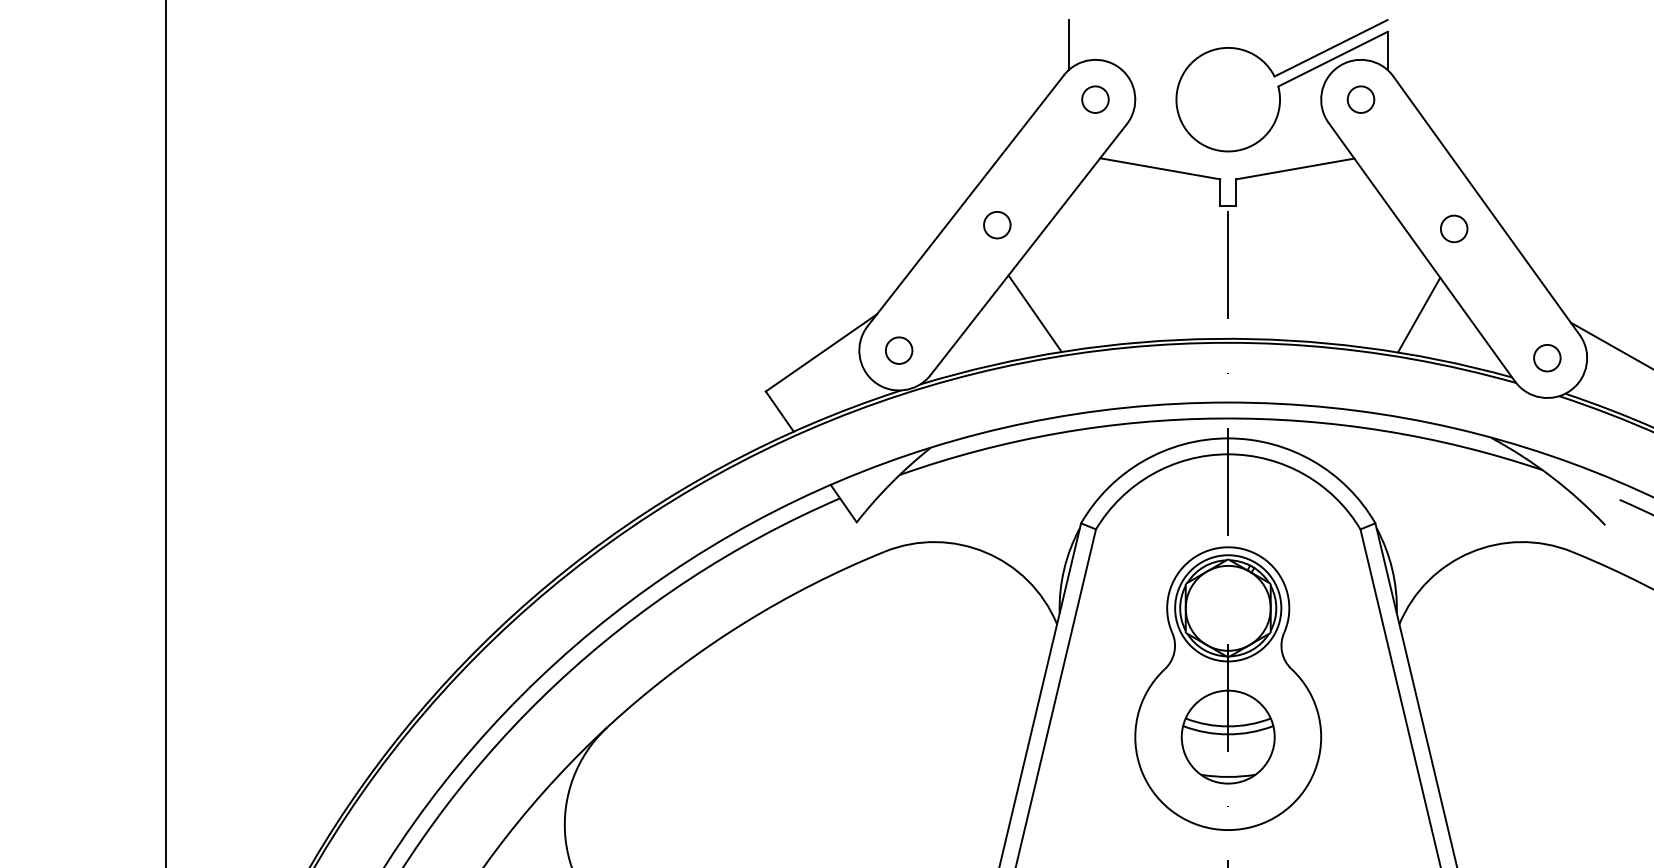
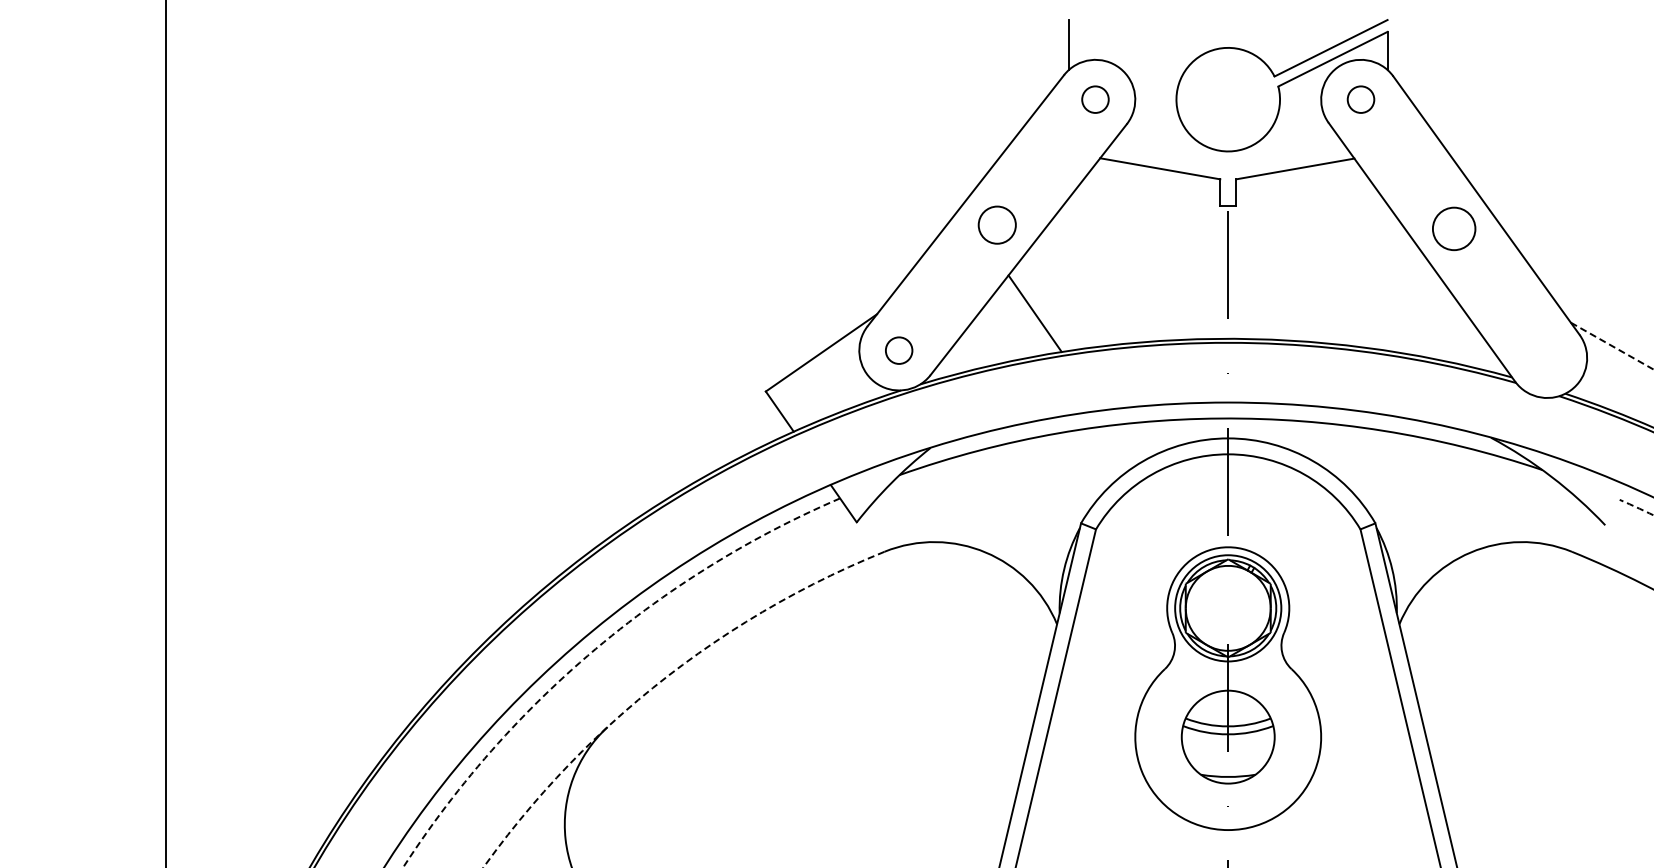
circle at (997, 224) diameter: 27 px -> 37 px
circle at (1453, 228) diameter: 27 px -> 42 px
line at (1418, 314): present -> none
line at (1612, 346): solid -> dashed
circle at (1547, 358): present -> none
arc at (581, 661): solid -> dashed
arc at (663, 679): solid -> dashed
